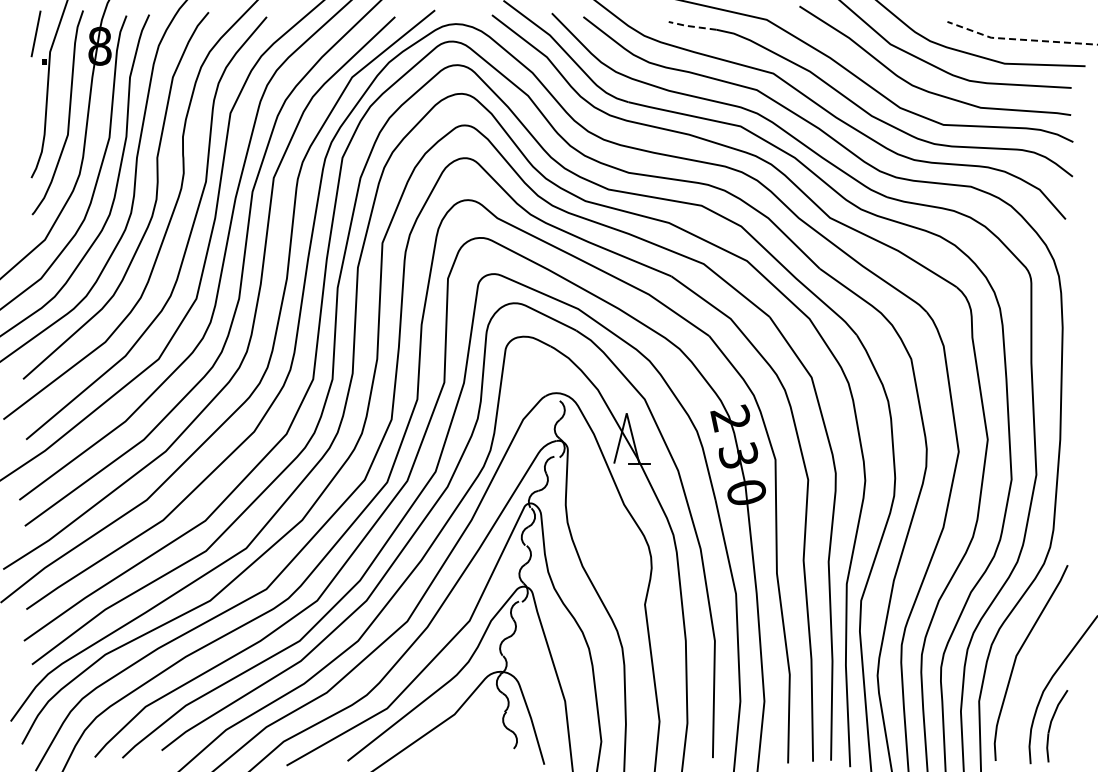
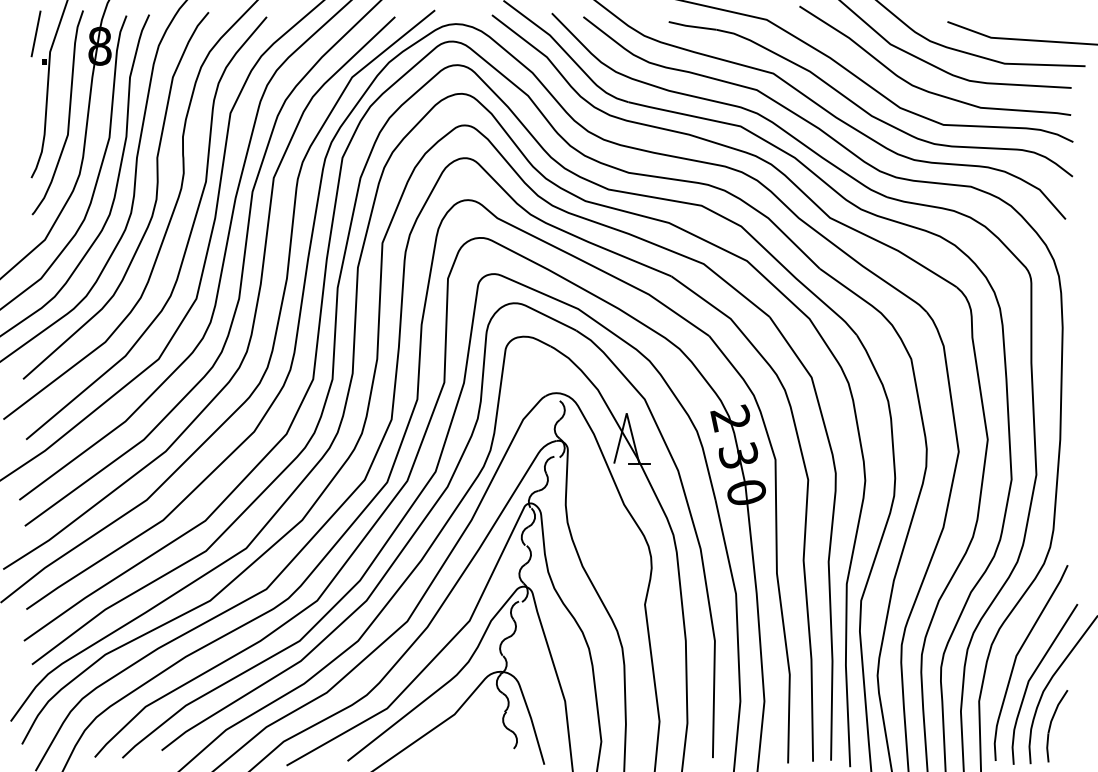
line at (691, 26): dashed -> solid
line at (1020, 39): dashed -> solid
curve at (1032, 677): none -> present
